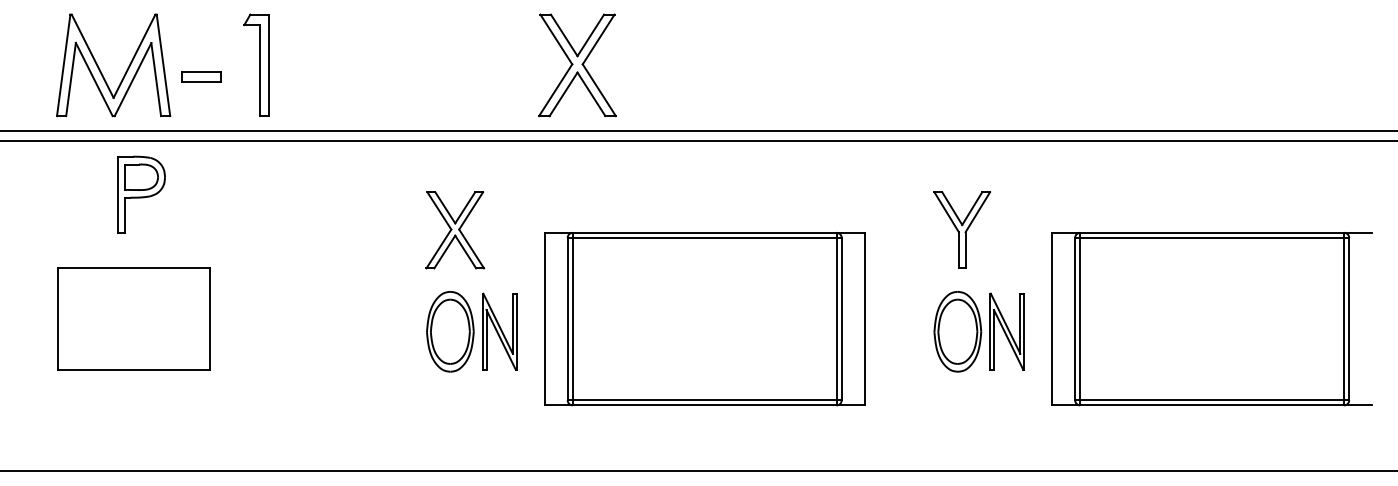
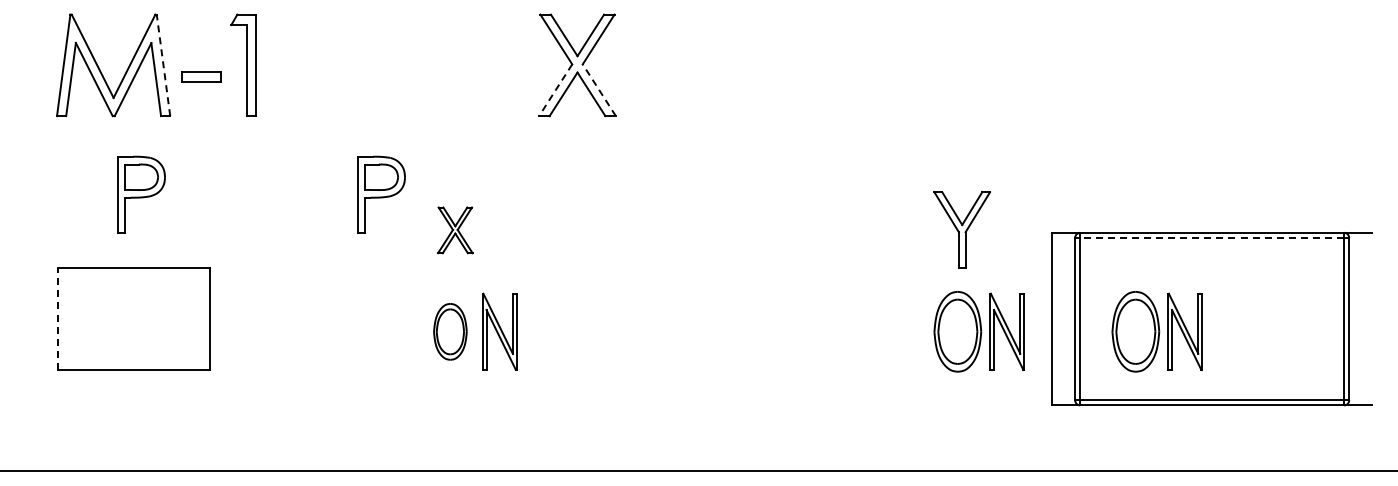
line at (163, 64): solid -> dashed
part at (256, 64) position: (256, 64) -> (243, 64)
line at (555, 90): solid -> dashed
line at (599, 90): solid -> dashed
line at (698, 131): present -> none
line at (698, 141): present -> none
part at (381, 194): none -> present
part at (455, 230) size: 61x79 px -> 37x49 px
line at (1212, 237): solid -> dashed
line at (57, 319): solid -> dashed
part at (704, 319): present -> none
part at (450, 331) size: 49x82 px -> 35x58 px
part at (1156, 331): none -> present
